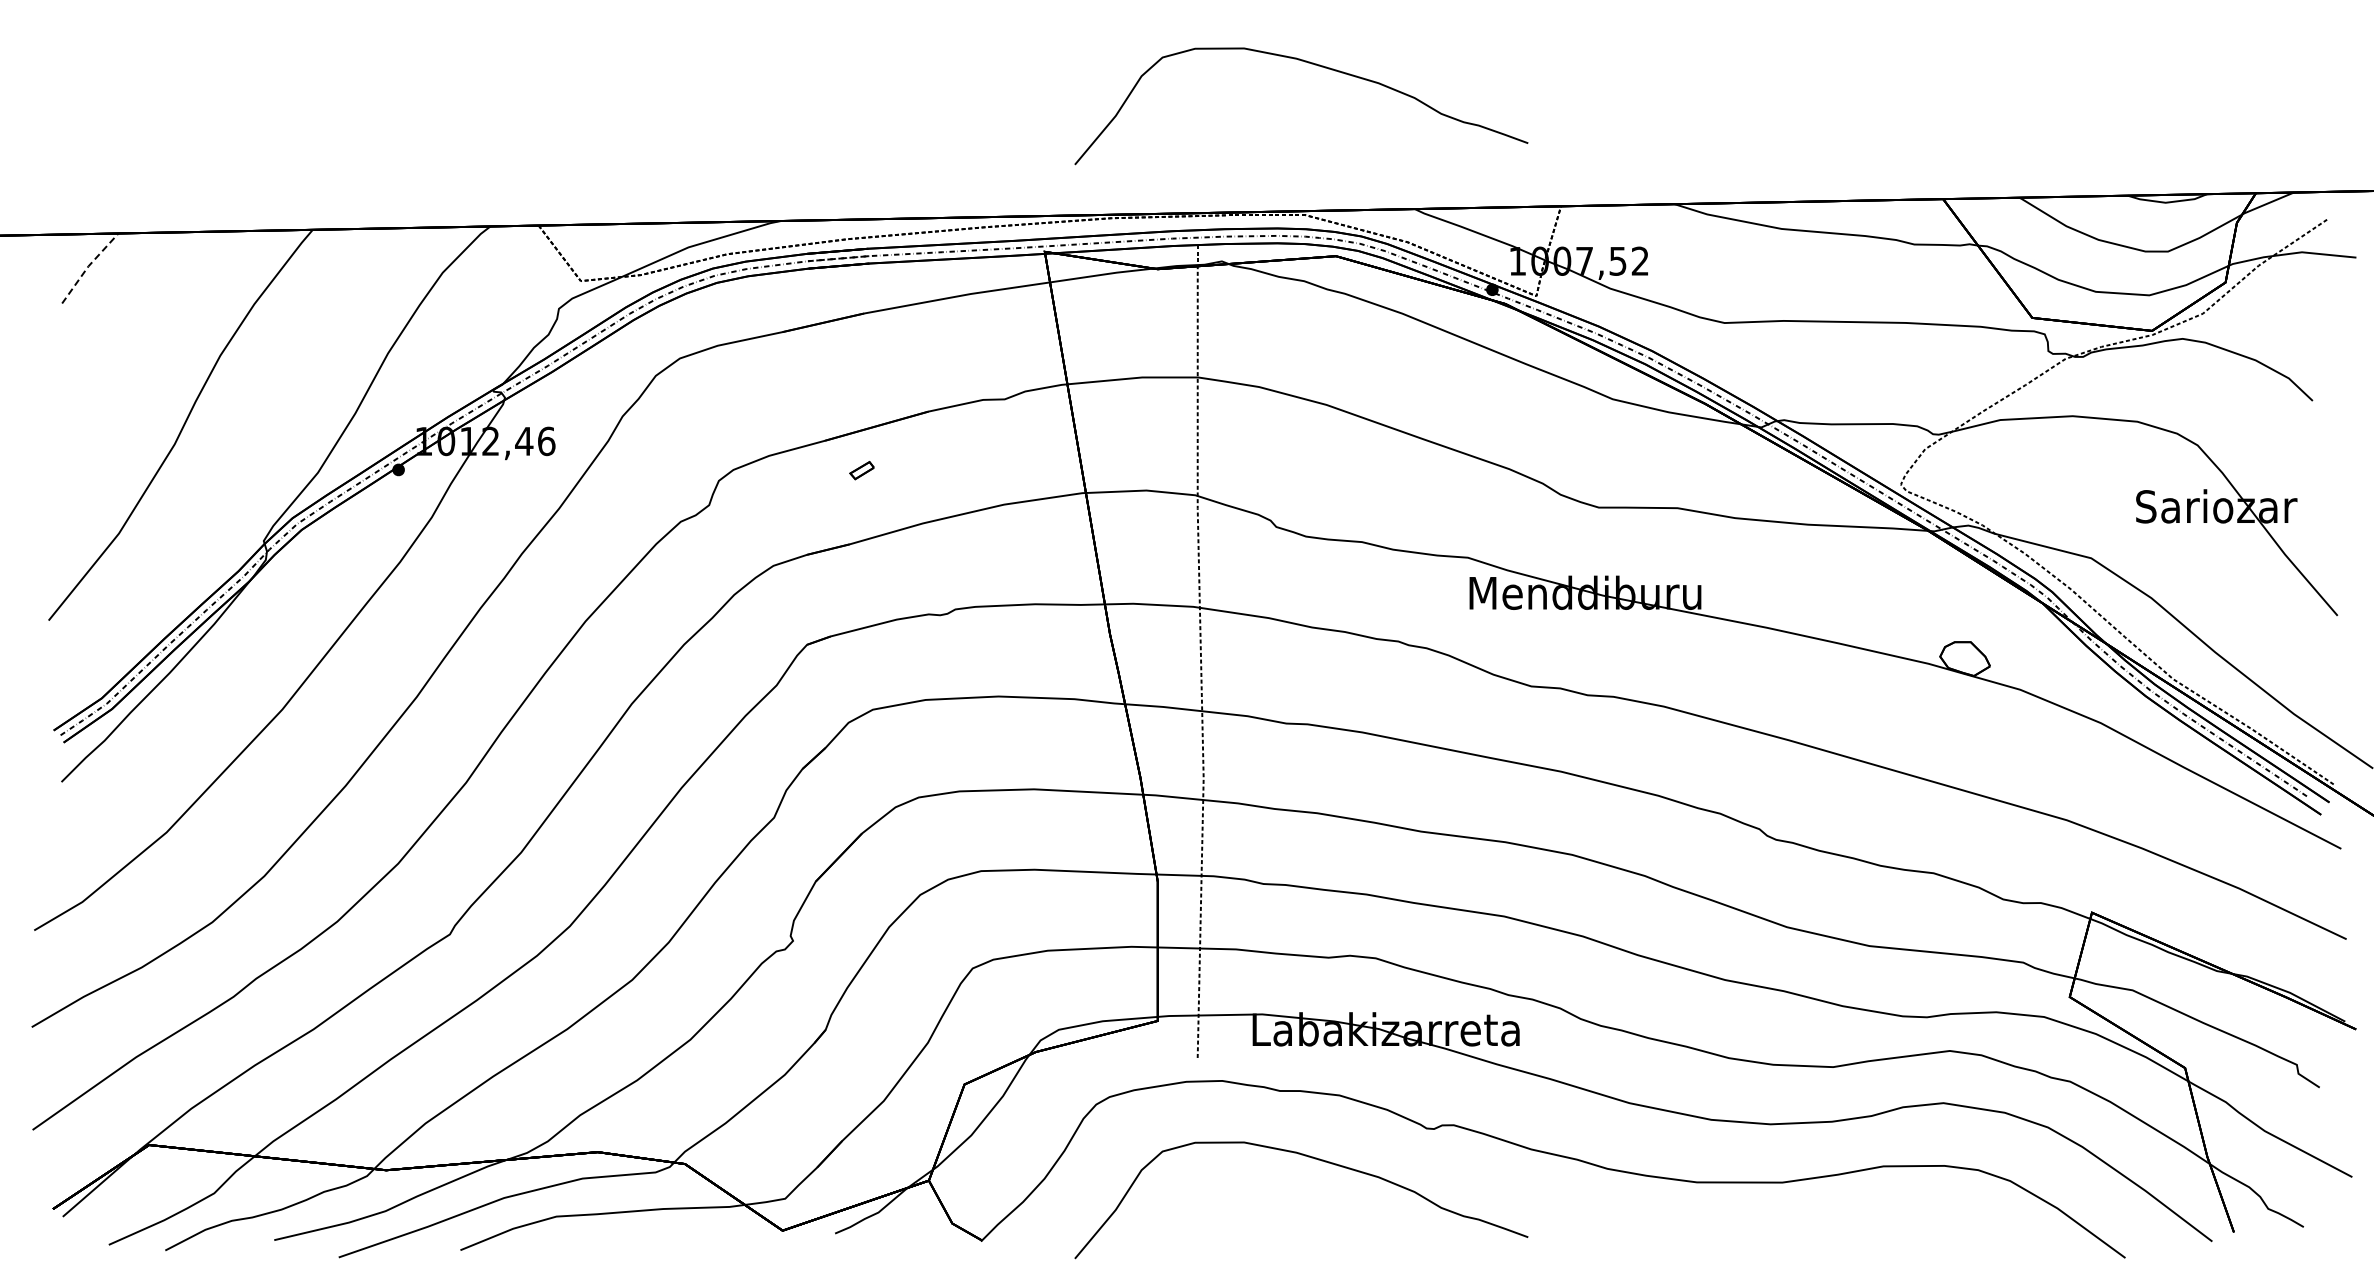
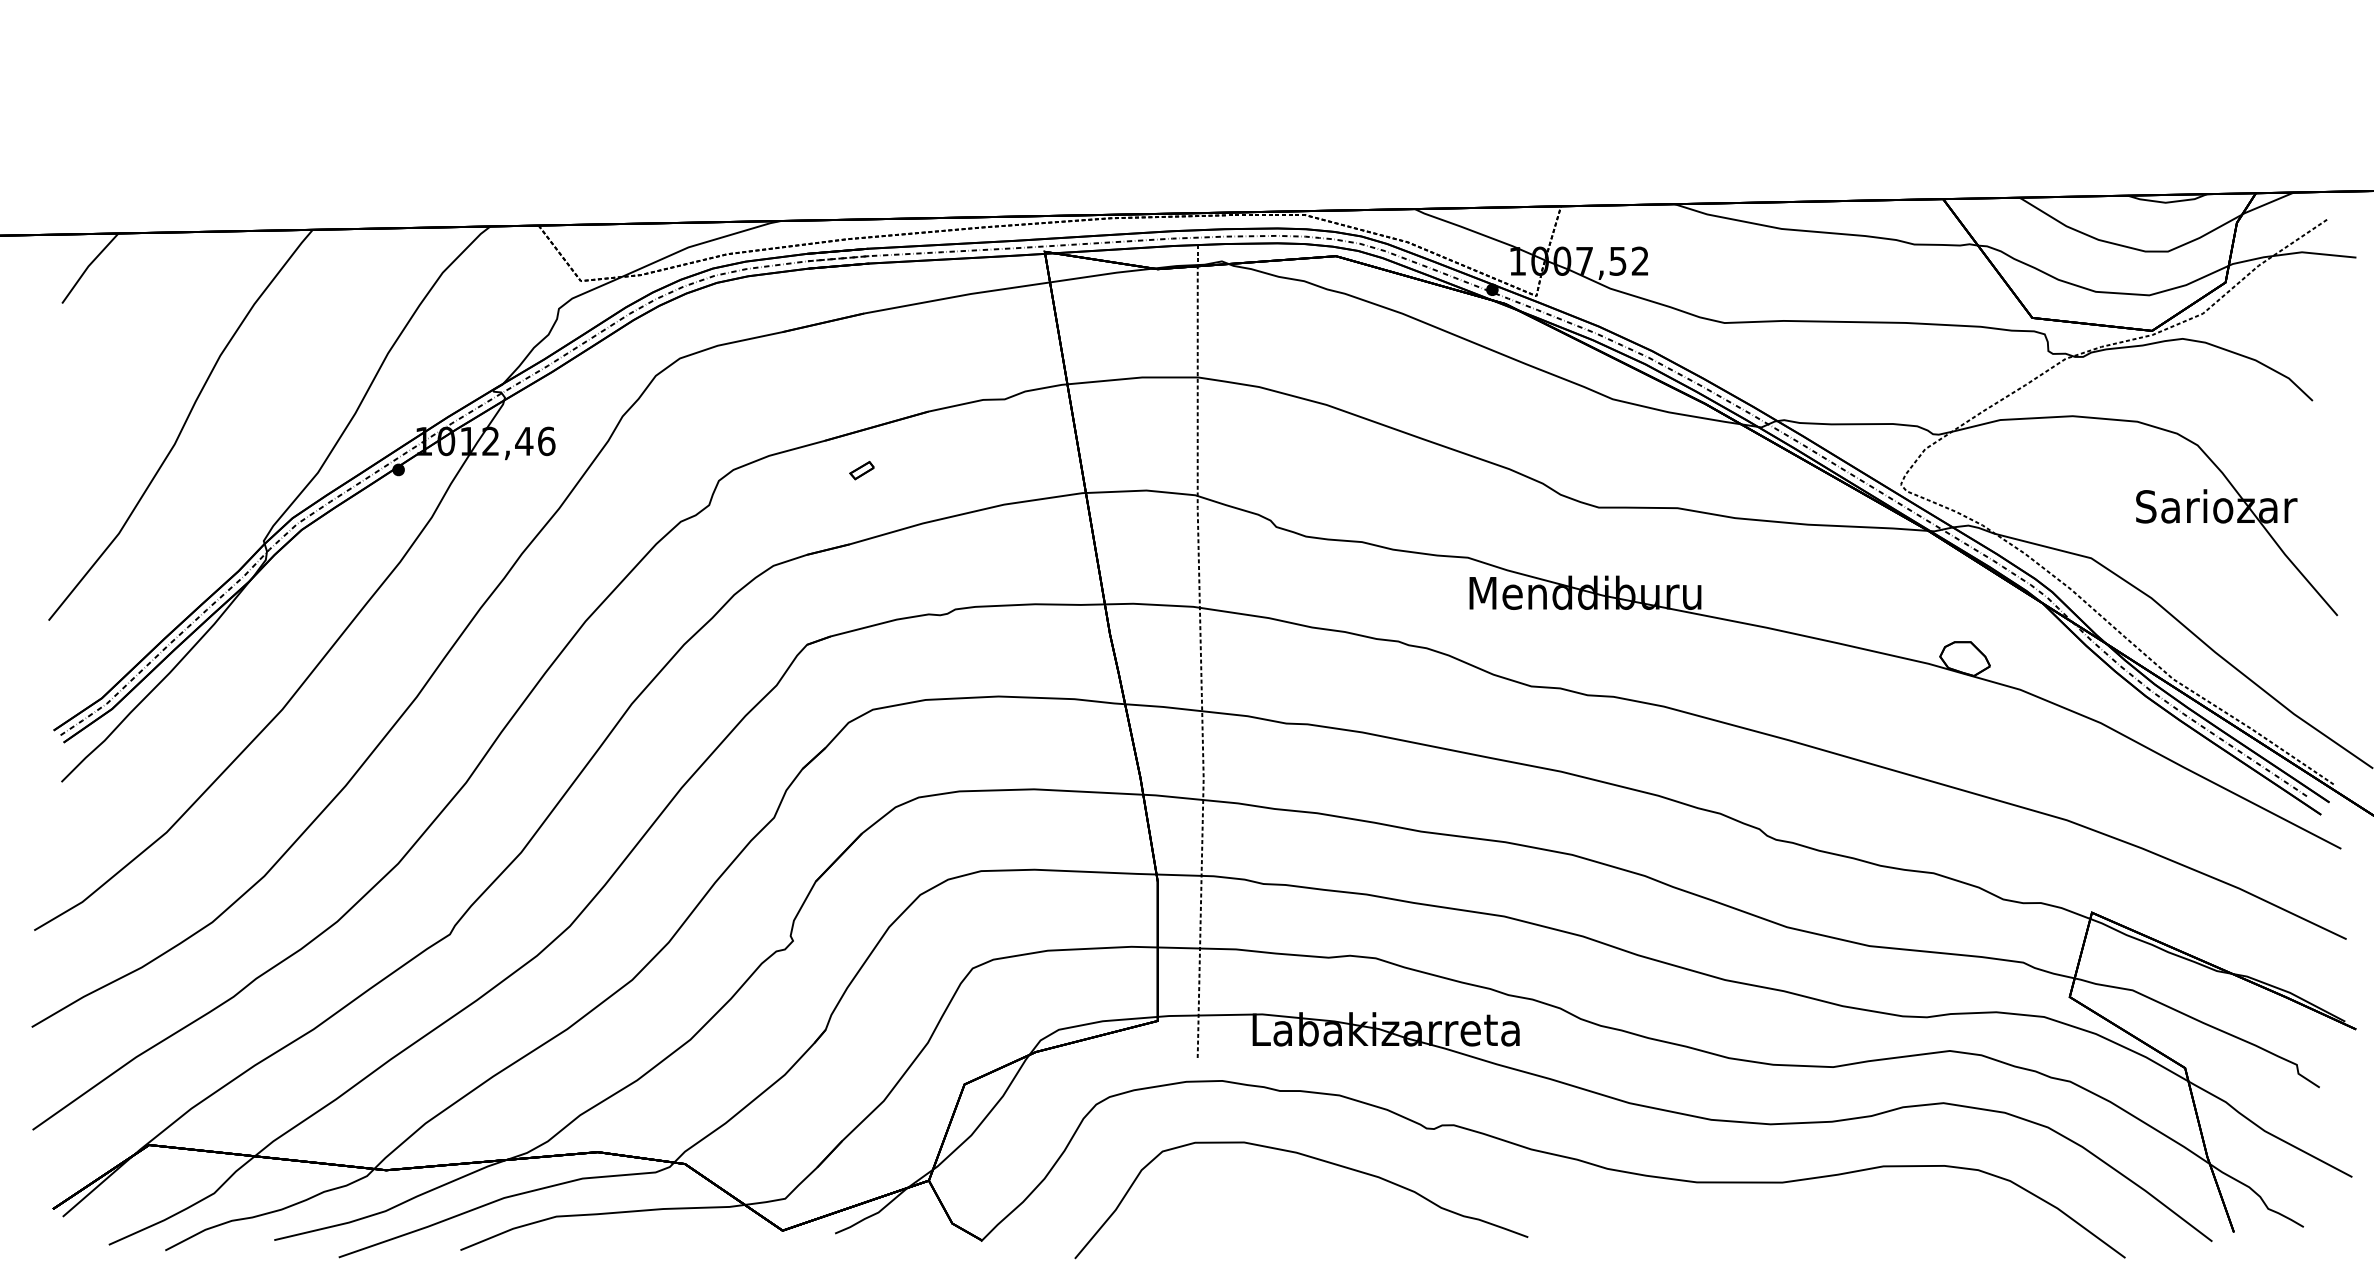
curve at (1311, 64): present -> none
line at (88, 266): dashed -> solid
